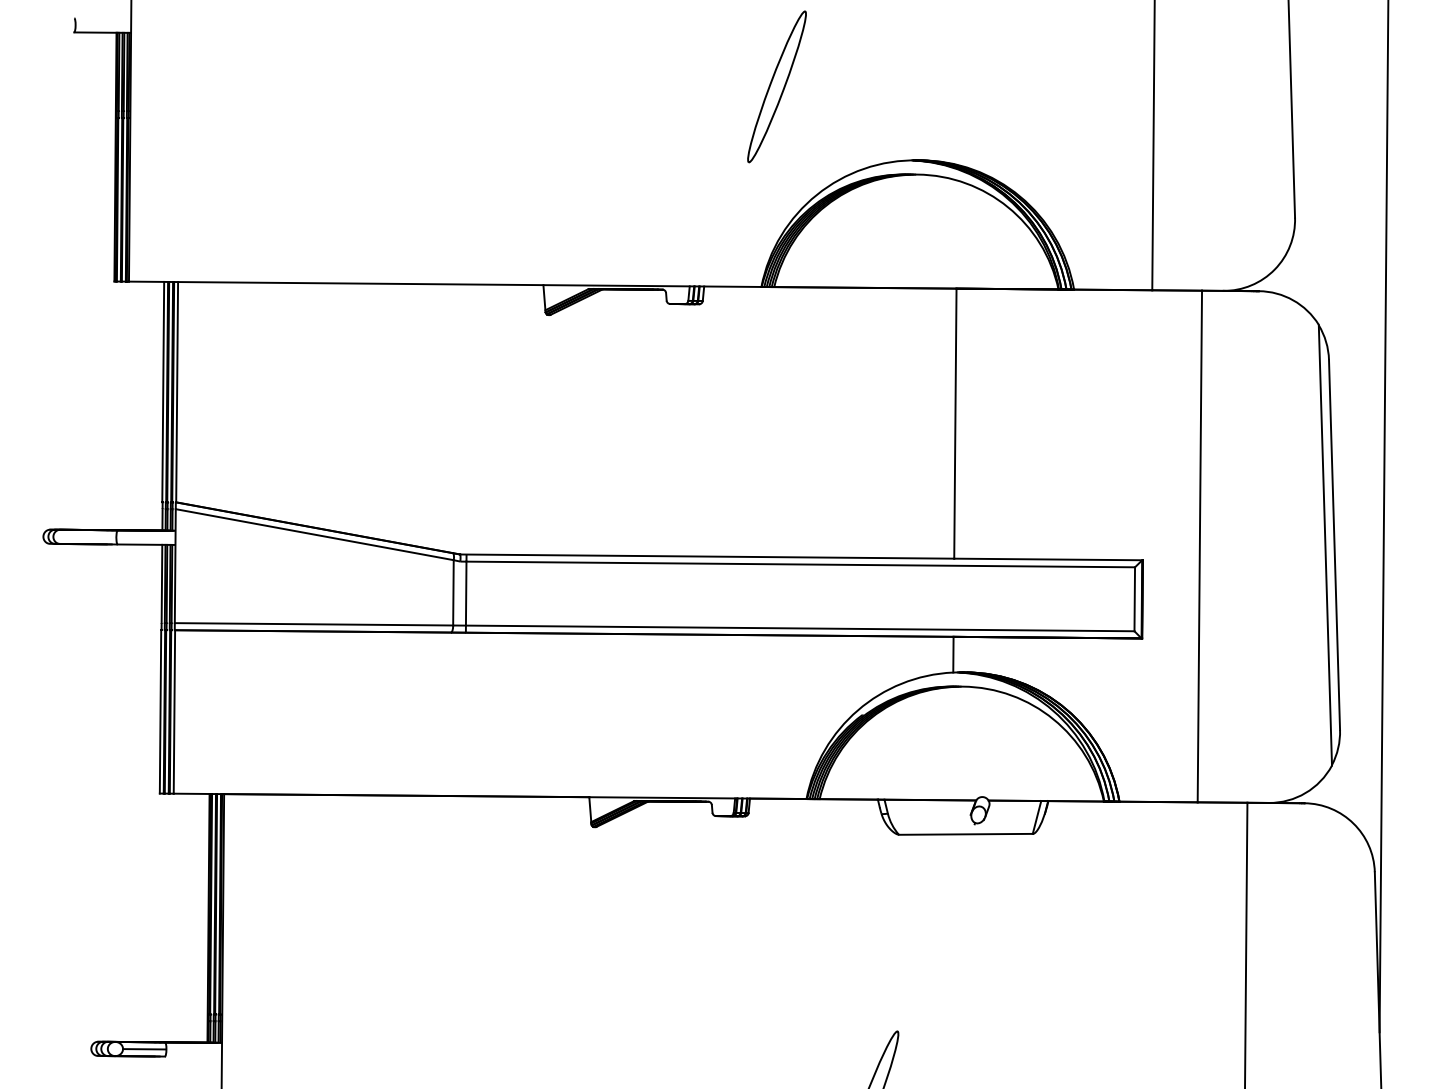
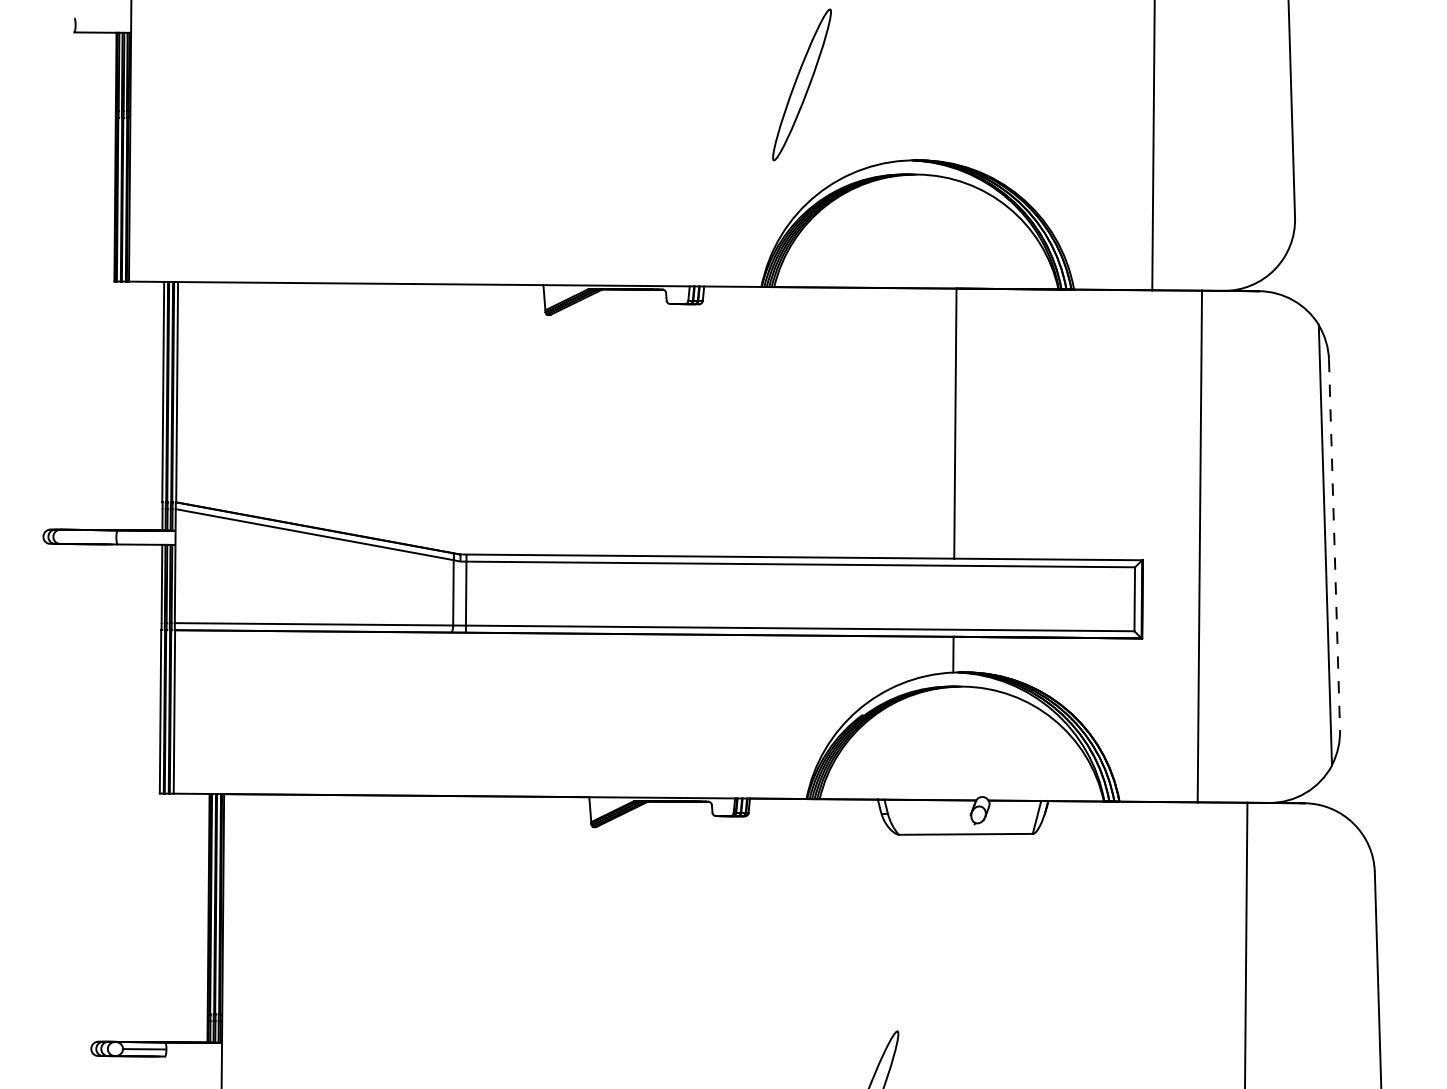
part at (776, 86) position: (776, 86) -> (801, 84)
line at (1383, 517): present -> none
line at (1334, 545): solid -> dashed
